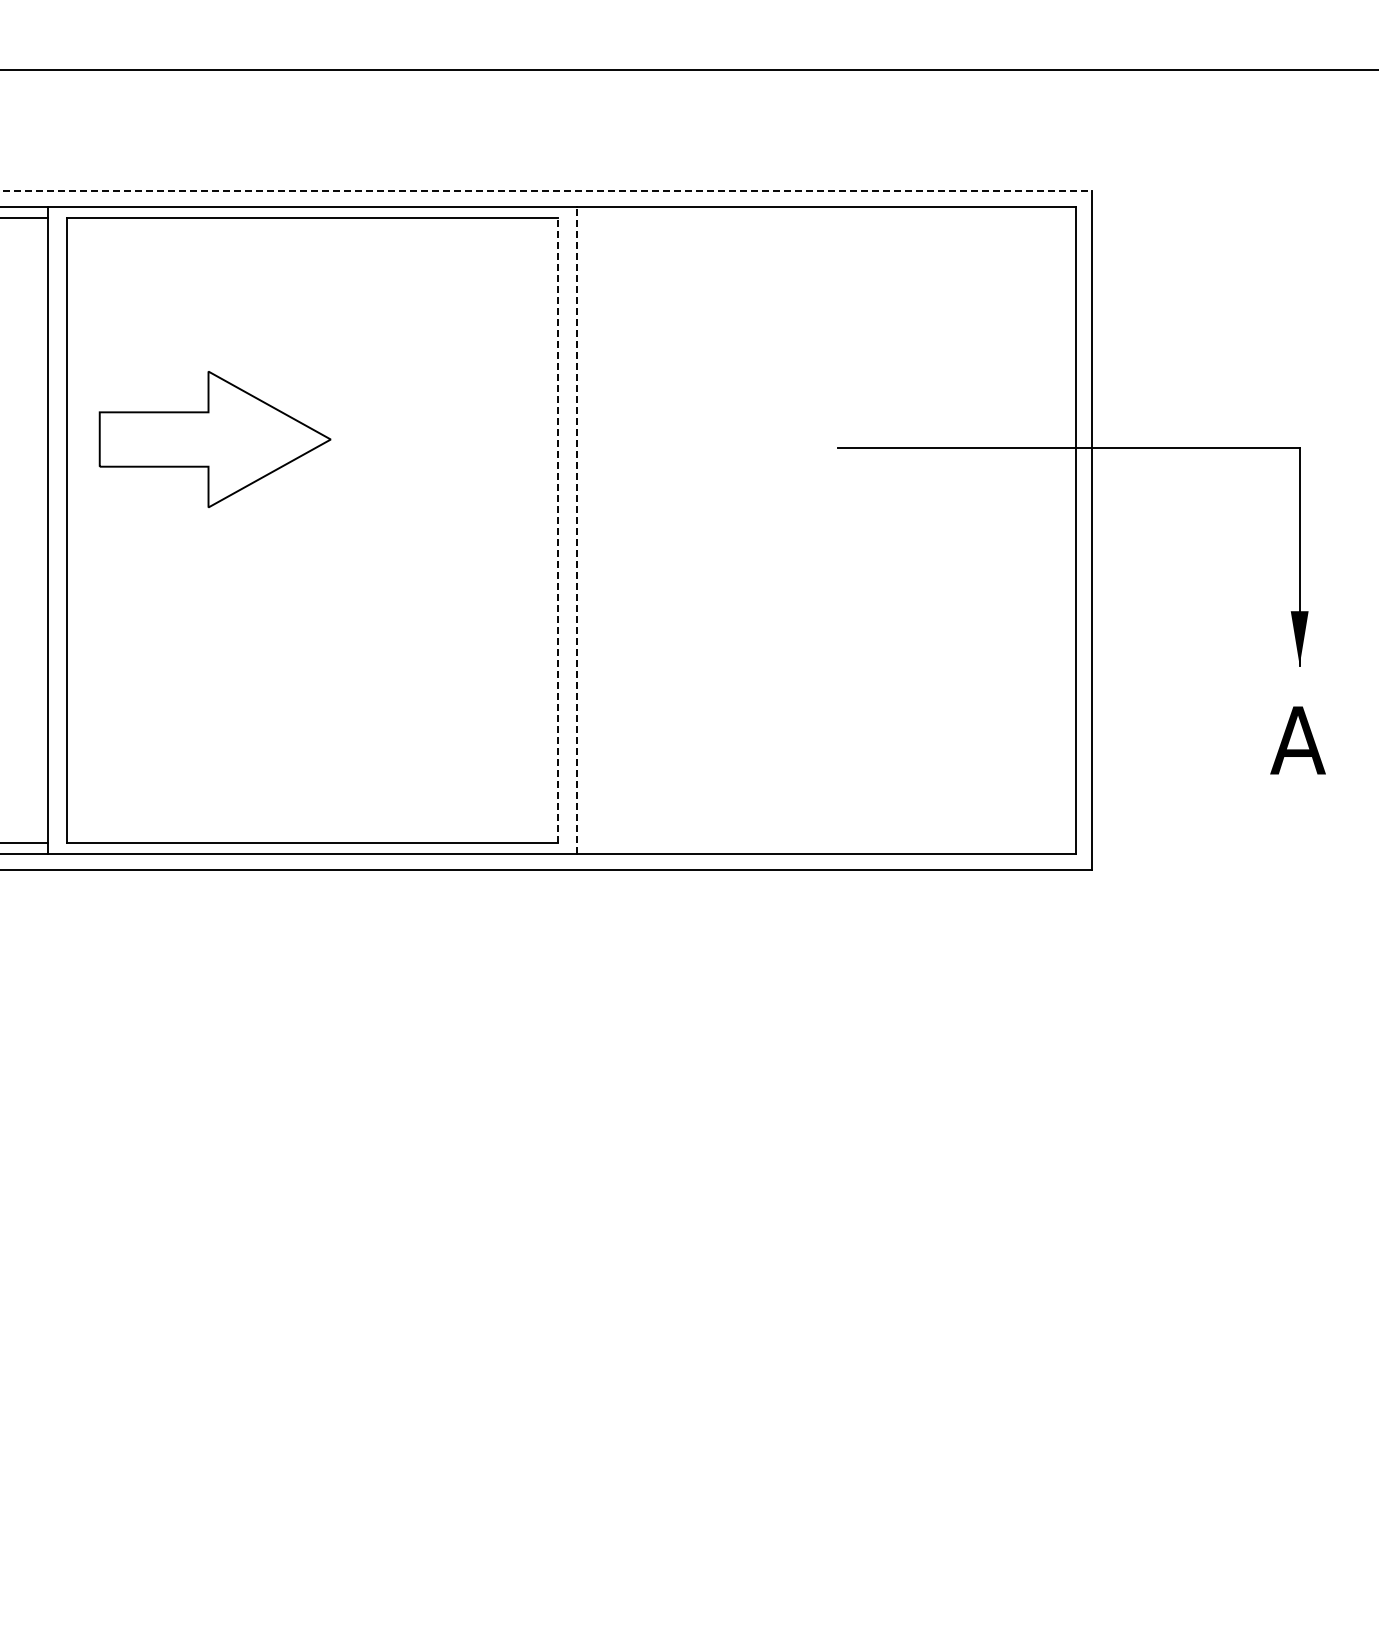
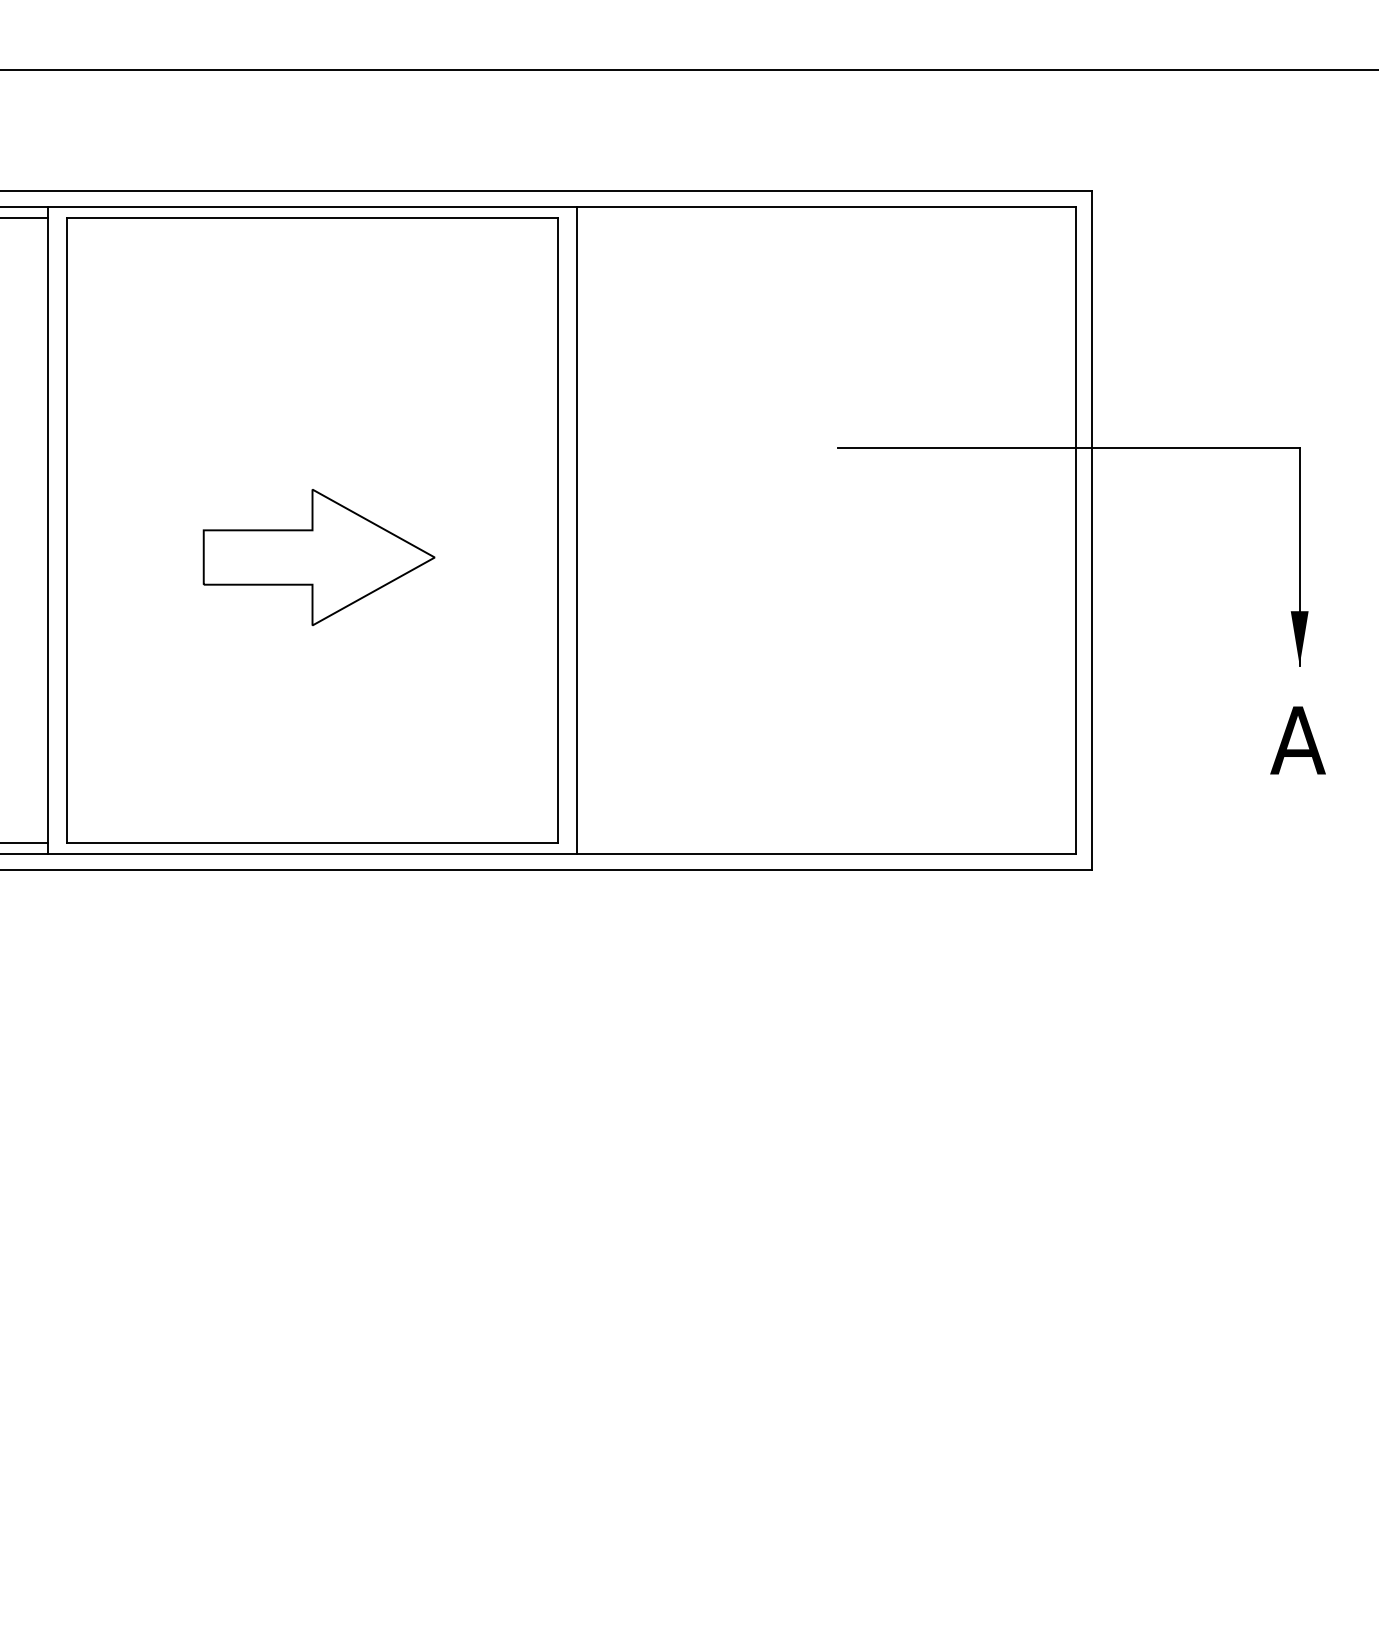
line at (546, 190): dashed -> solid
part at (214, 439) position: (214, 439) -> (318, 557)
line at (557, 530): dashed -> solid
line at (576, 530): dashed -> solid
